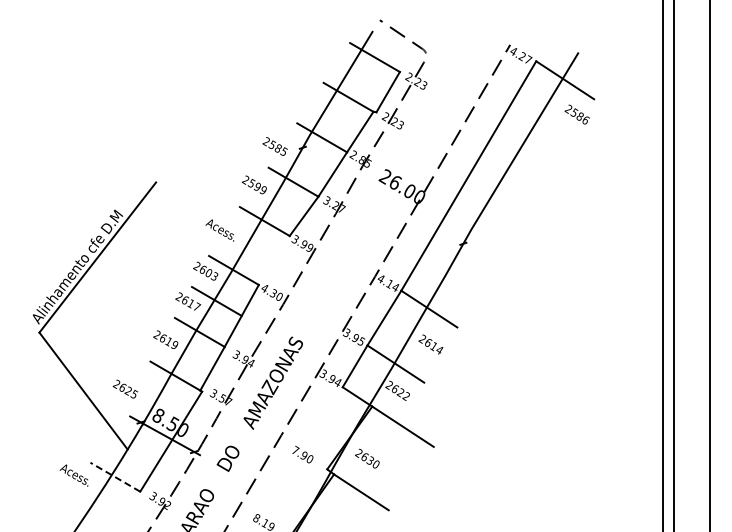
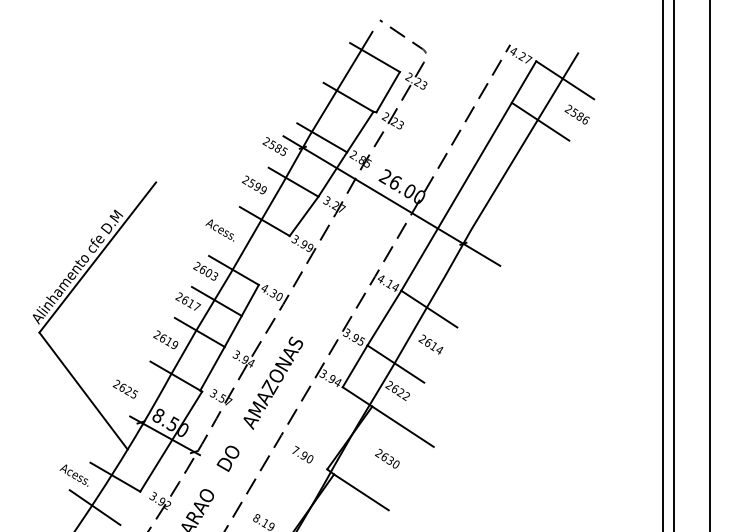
line at (540, 121): none -> present
line at (391, 200): none -> present
text at (367, 458) position: (367, 458) -> (387, 458)
line at (115, 477): dashed -> solid
line at (94, 507): none -> present
